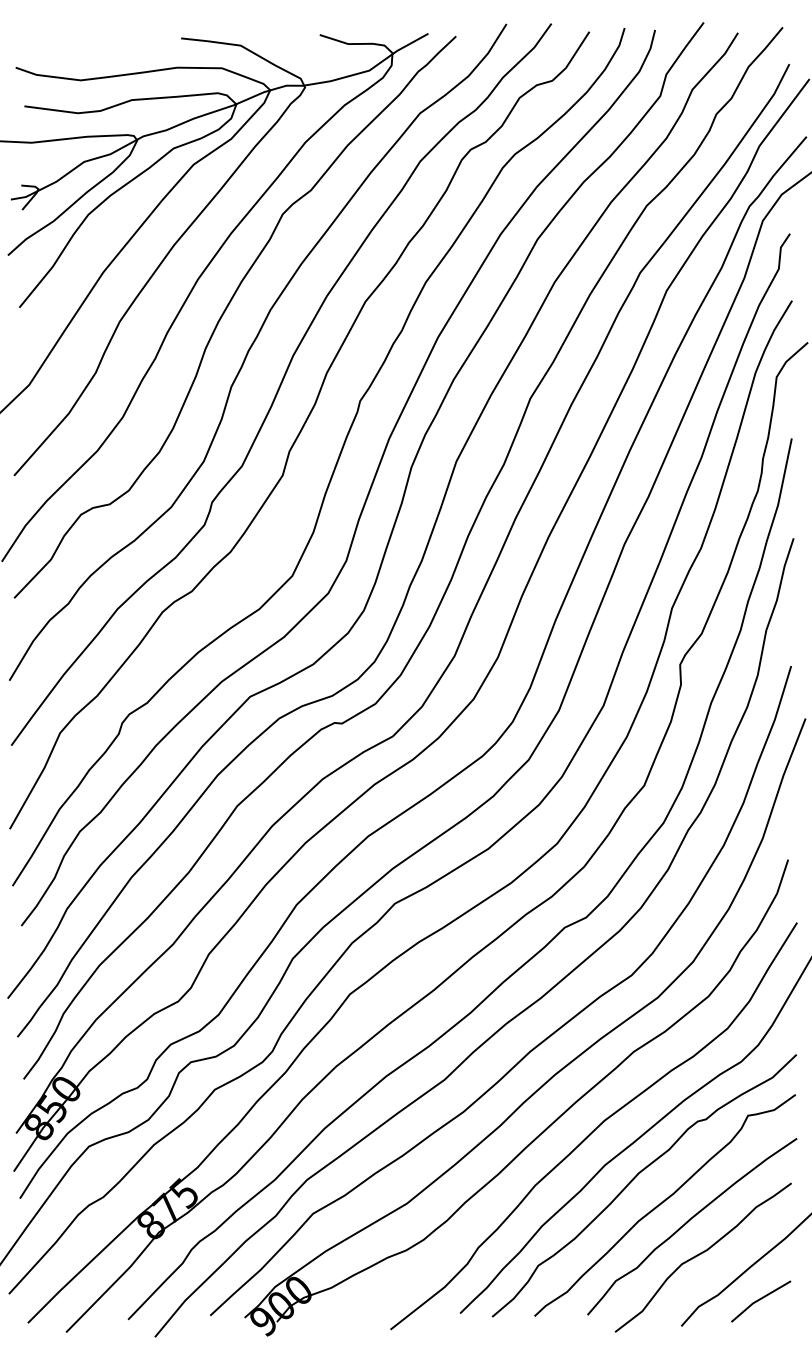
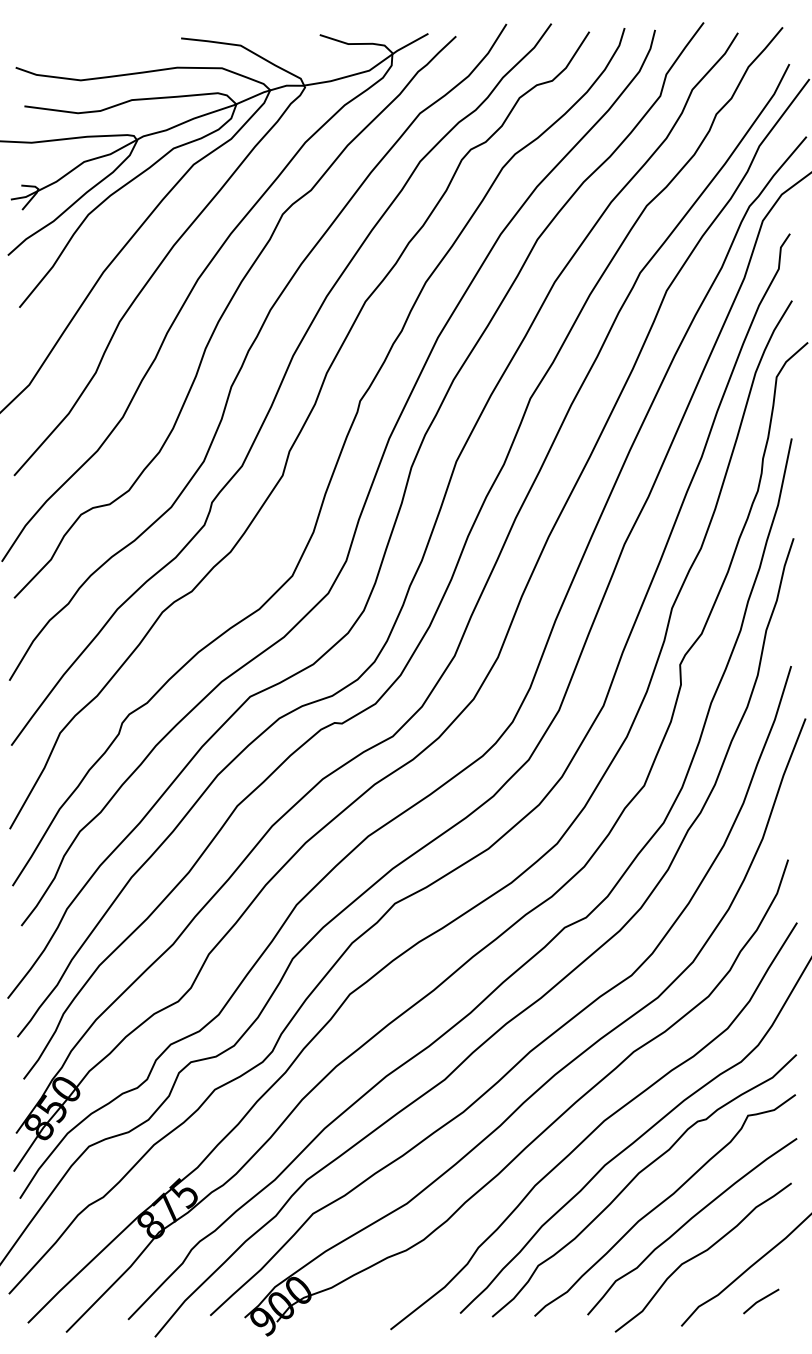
part at (761, 1301) size: 61x43 px -> 37x27 px
